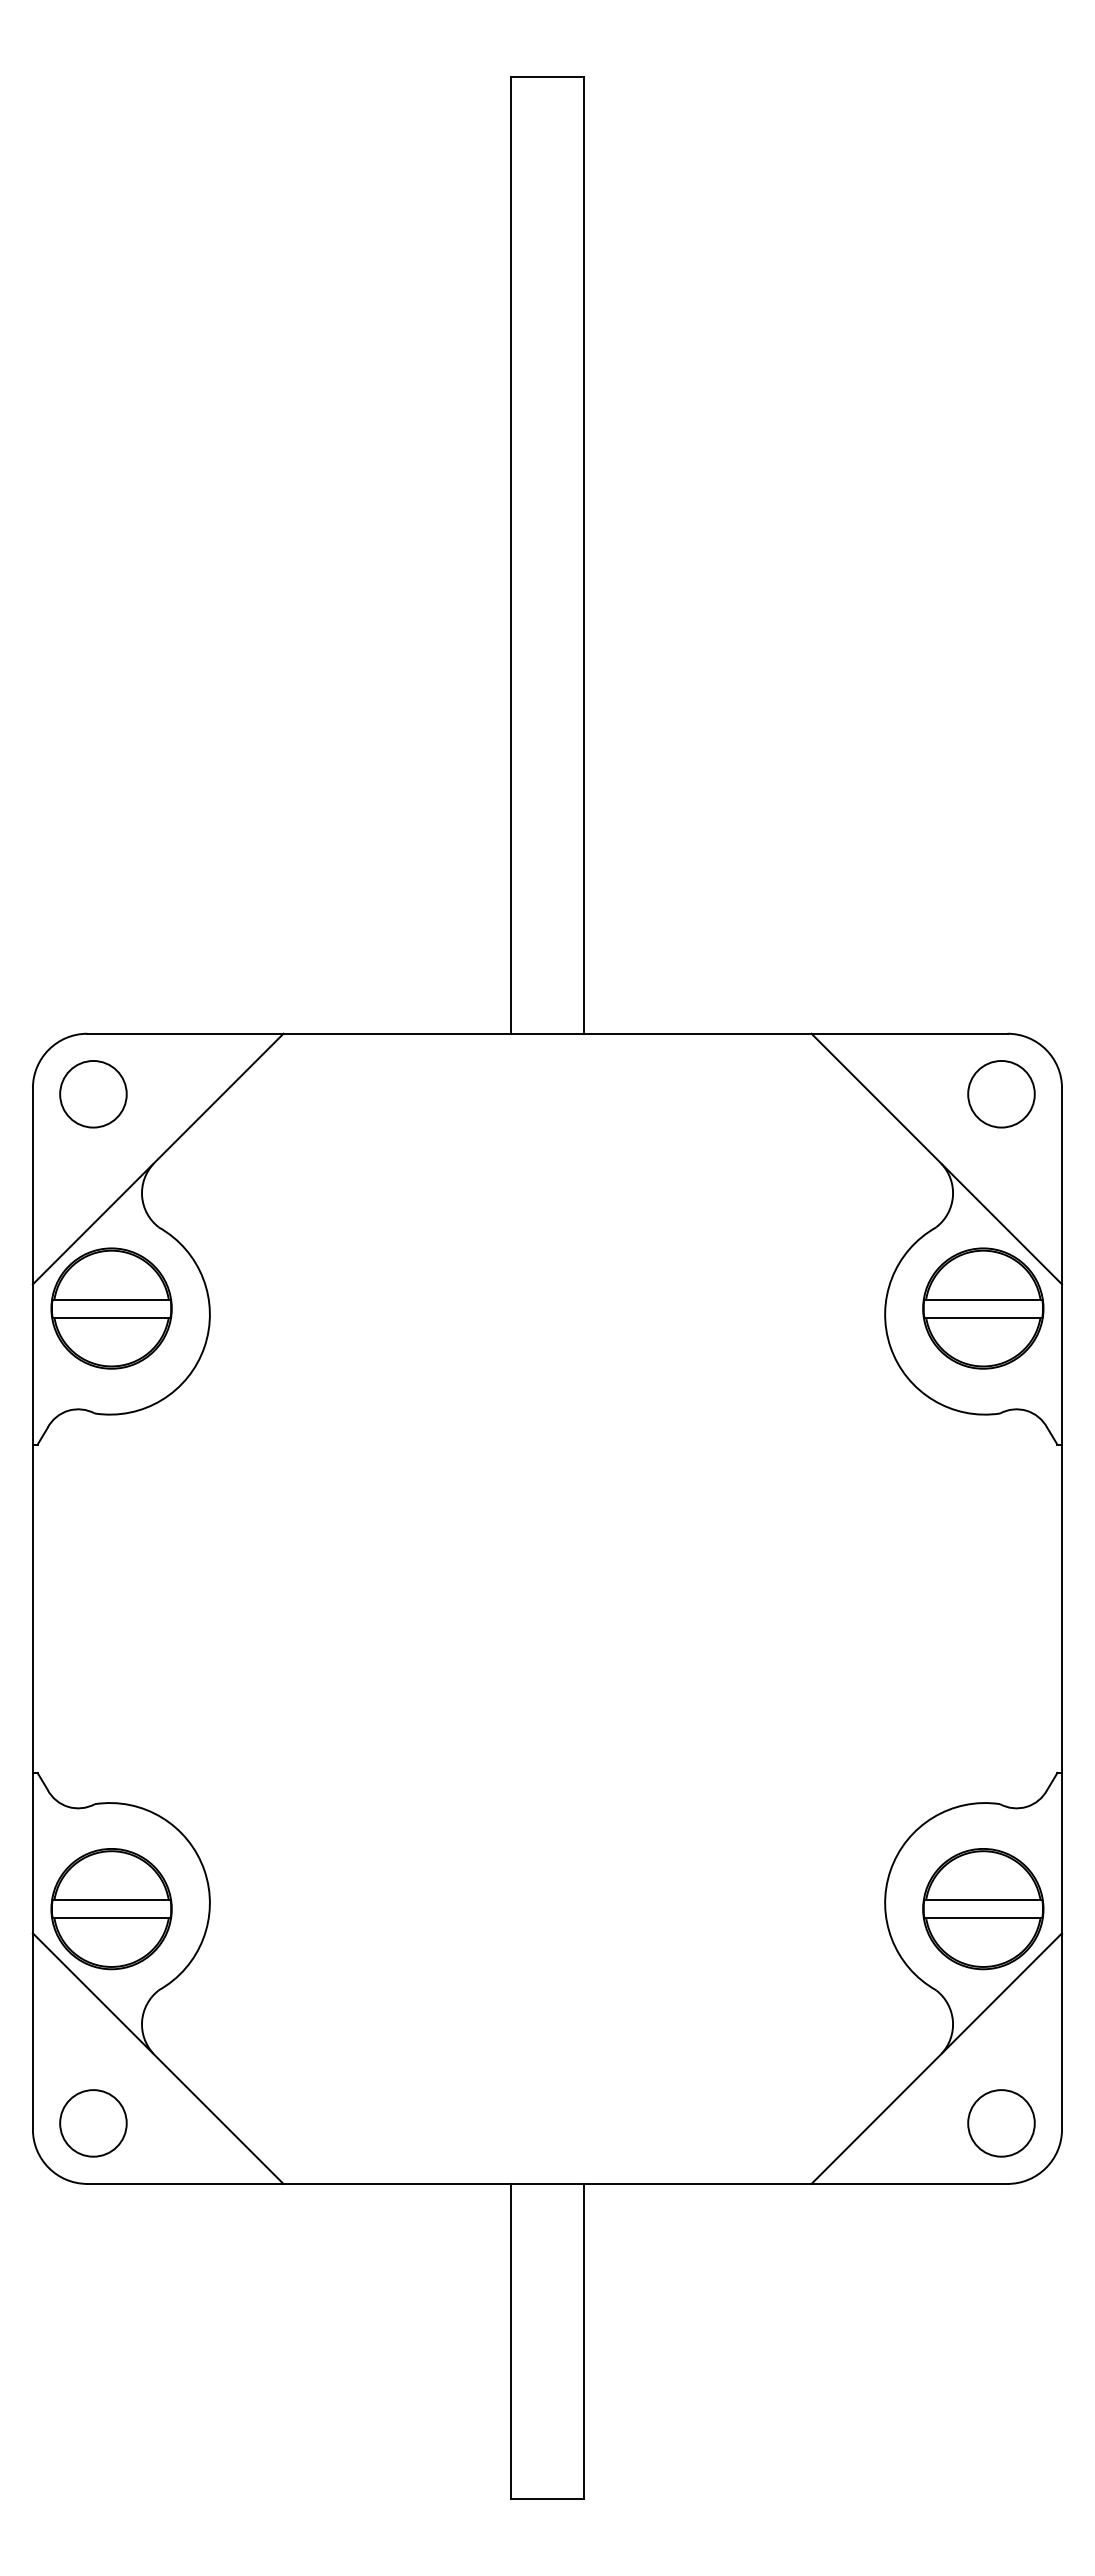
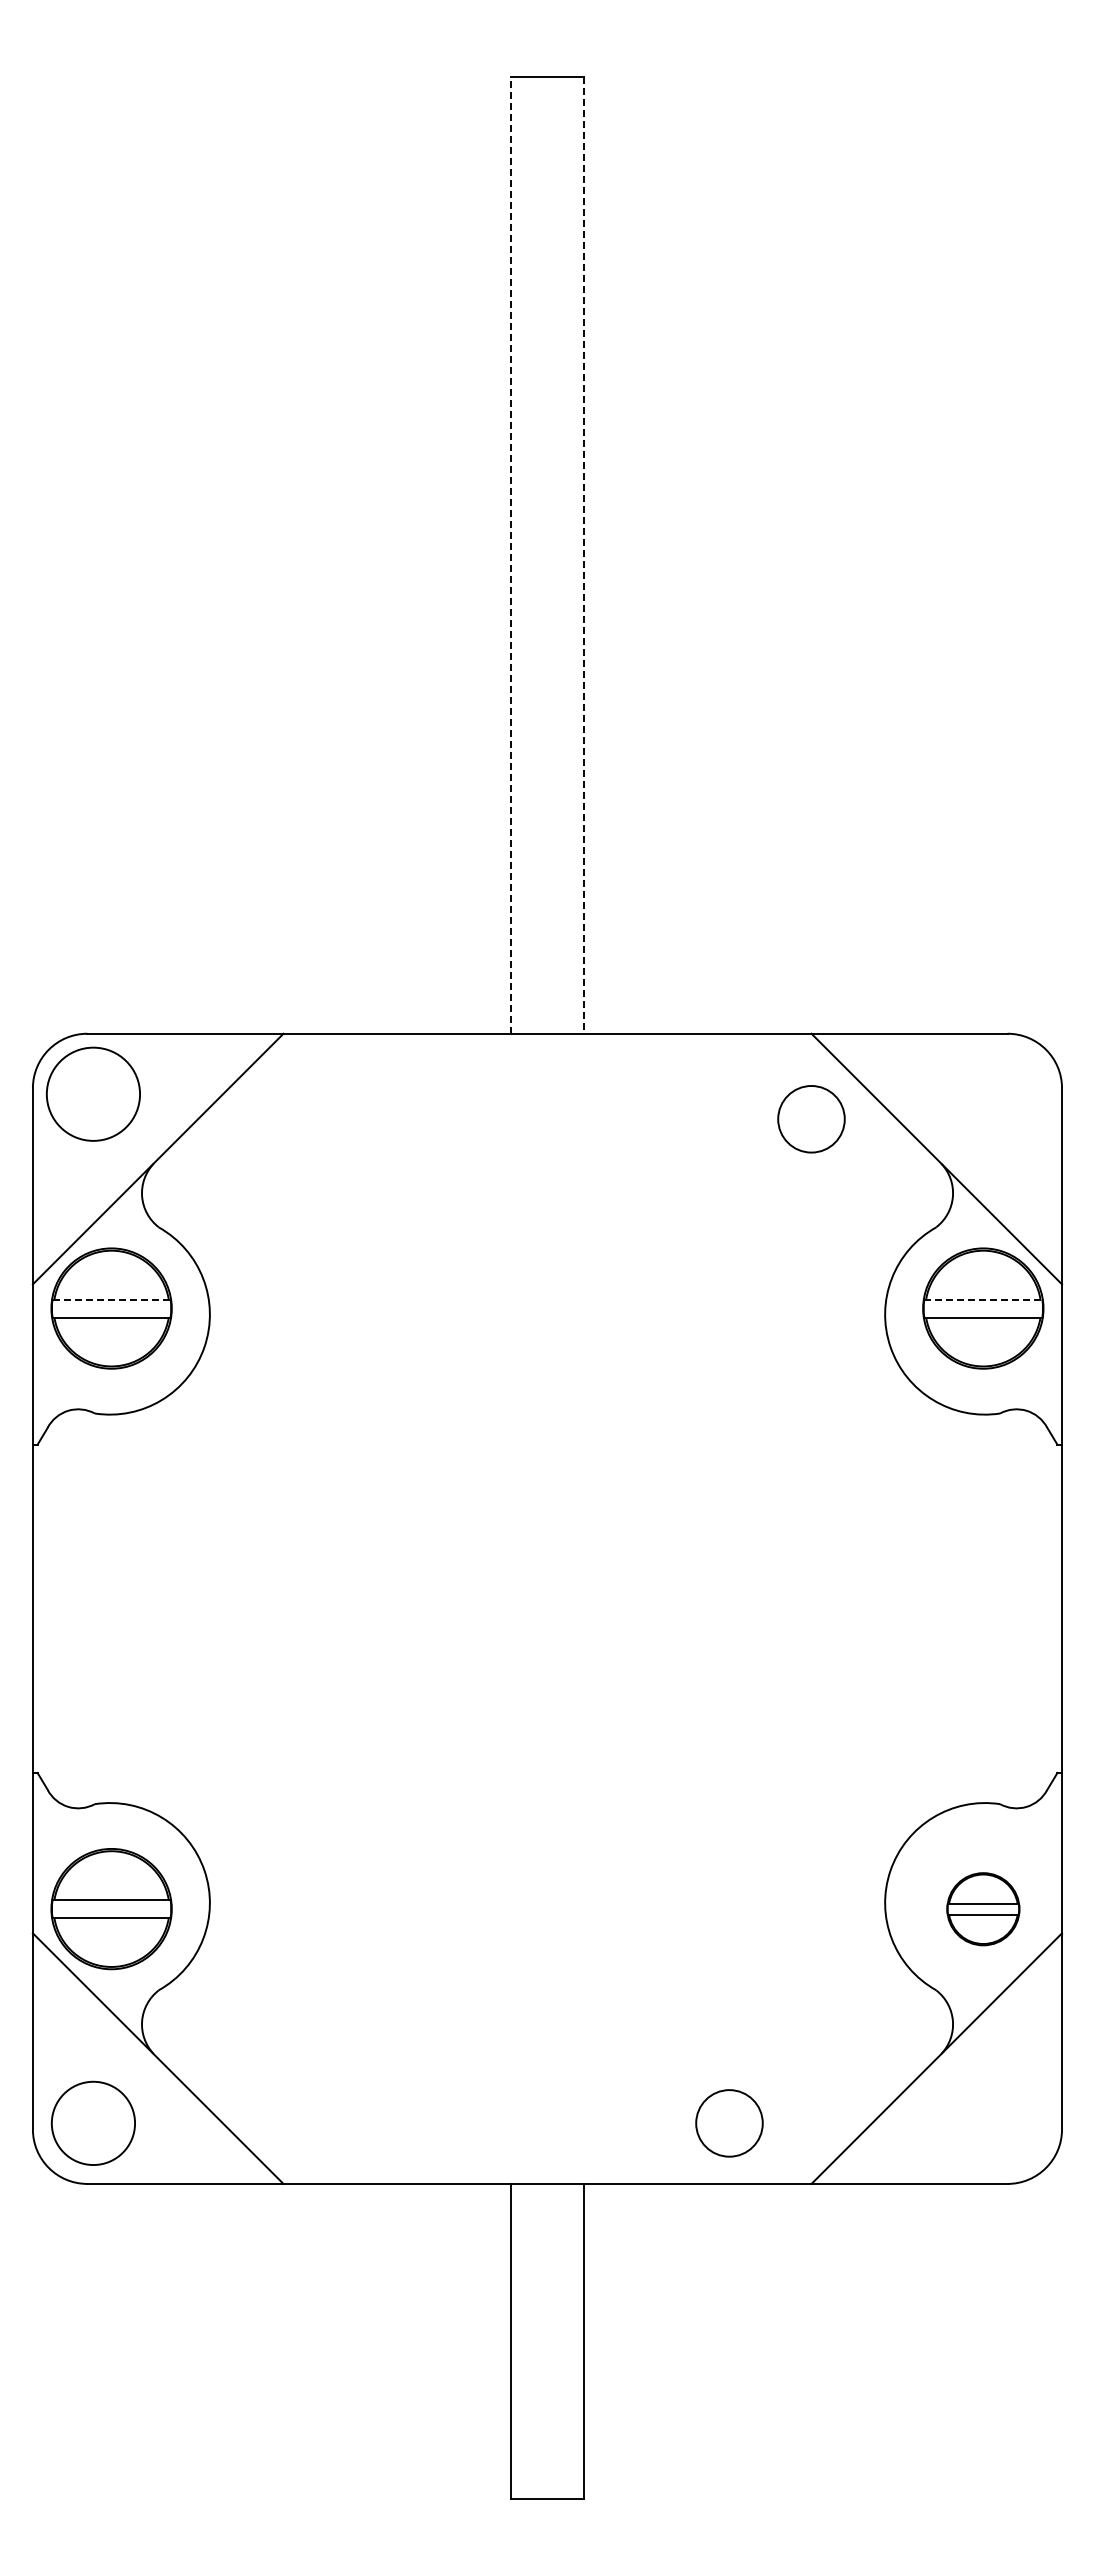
line at (511, 555): solid -> dashed
line at (583, 556): solid -> dashed
circle at (93, 1093) diameter: 67 px -> 93 px
circle at (1001, 1094) position: (1001, 1094) -> (811, 1119)
line at (111, 1299): solid -> dashed
line at (983, 1299): solid -> dashed
part at (983, 1909) size: 123x123 px -> 75x75 px
circle at (93, 2123) diameter: 67 px -> 83 px
circle at (1001, 2123) position: (1001, 2123) -> (729, 2123)
